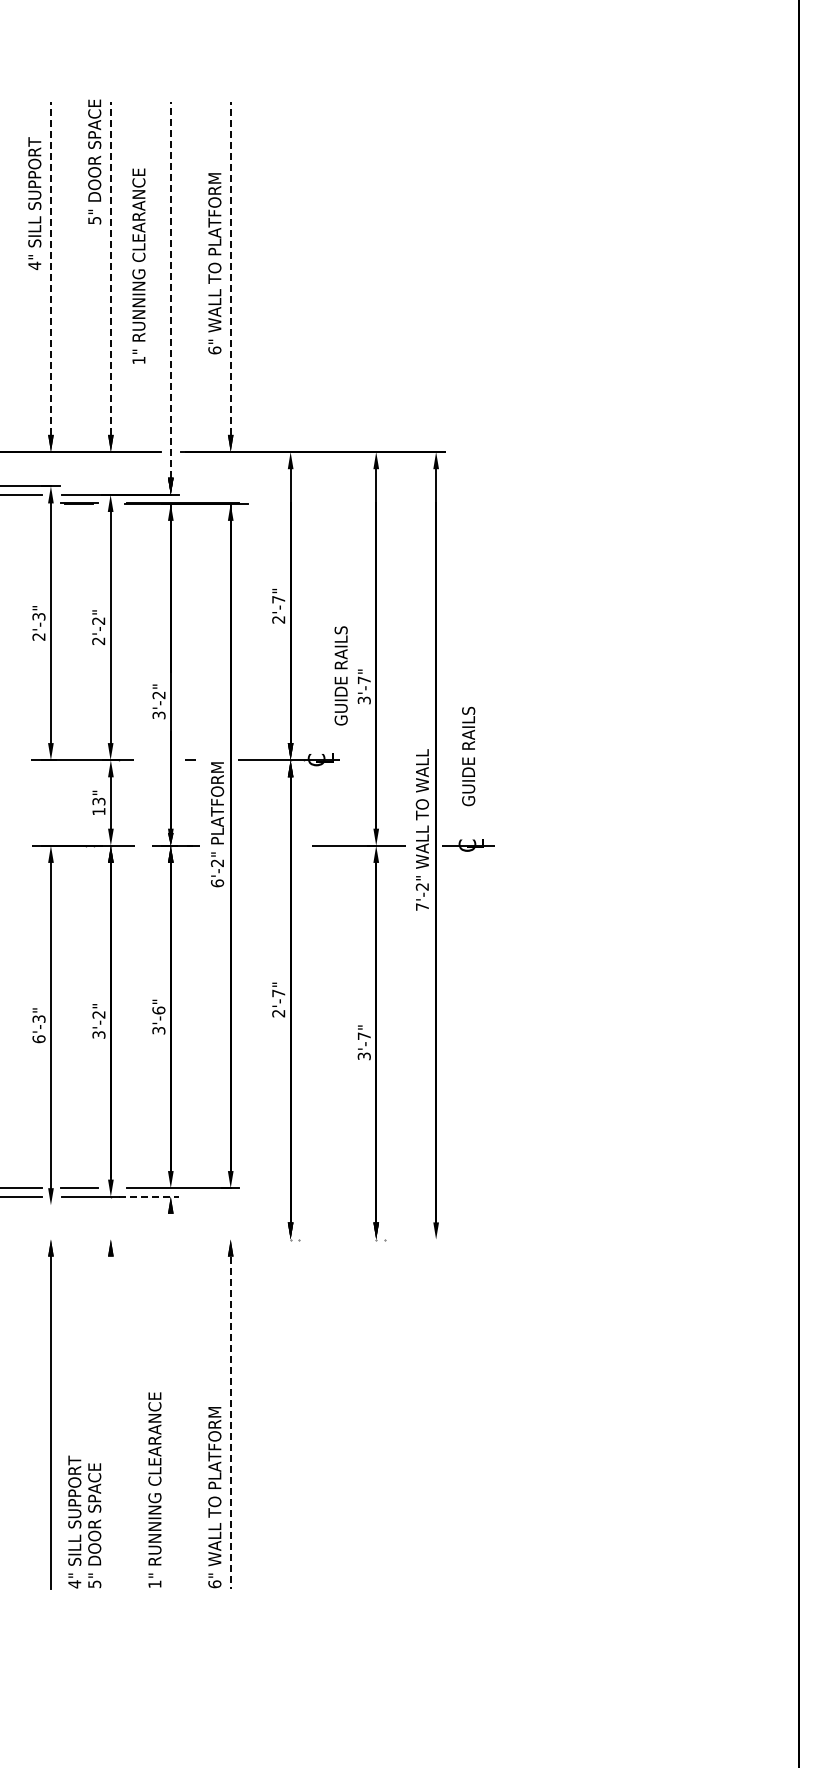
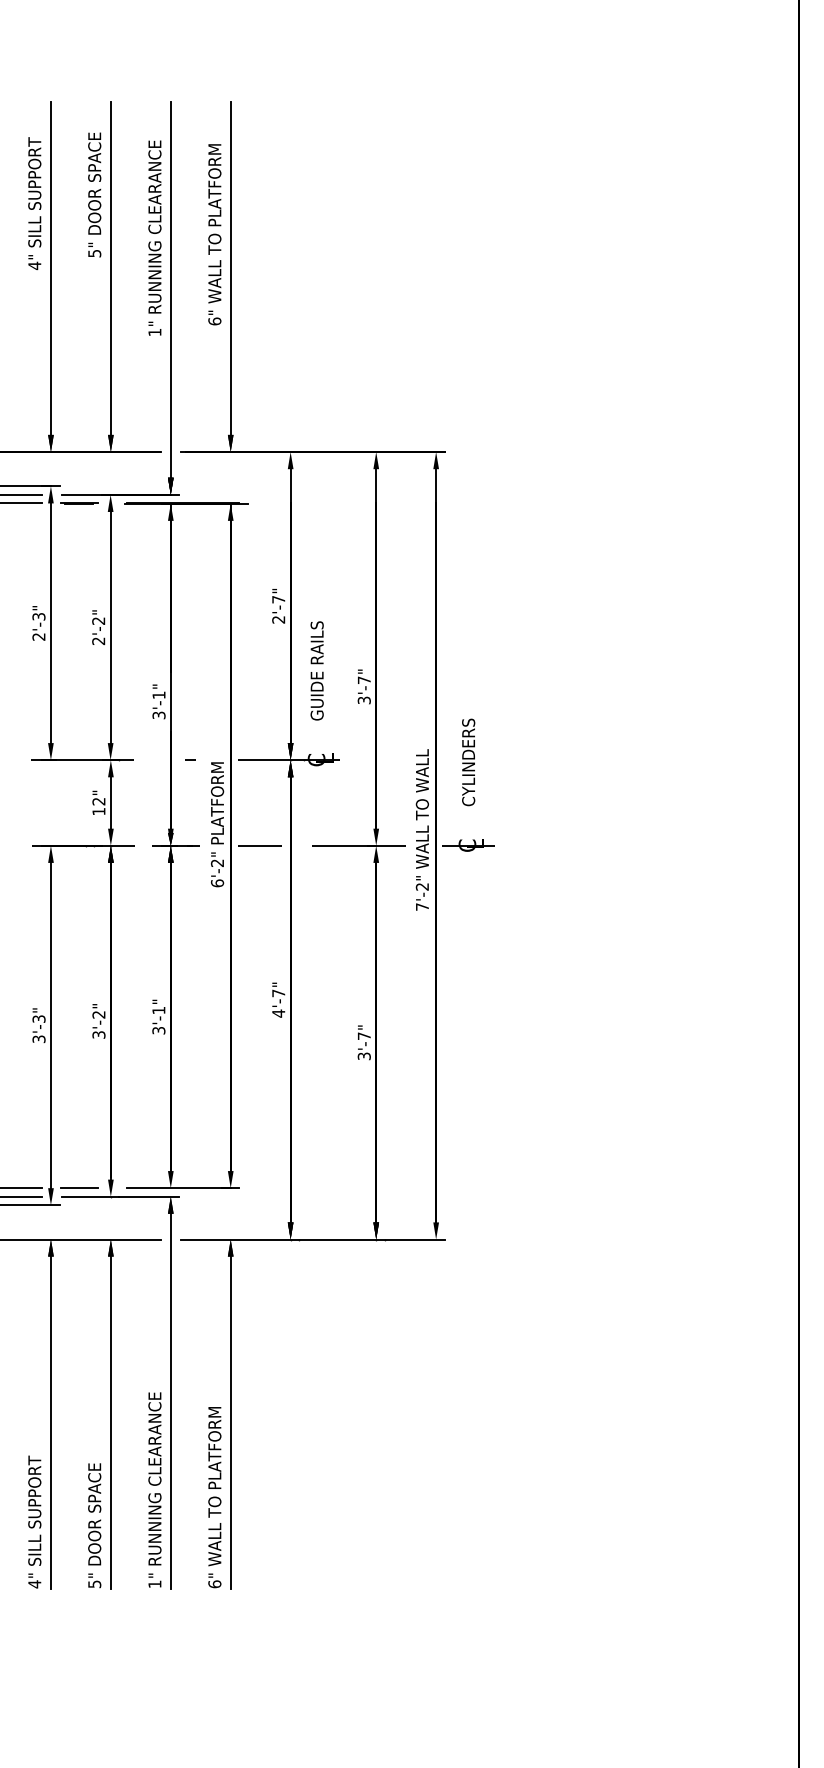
text at (94, 161) position: (94, 161) -> (94, 194)
text at (214, 263) position: (214, 263) -> (214, 234)
text at (138, 265) position: (138, 265) -> (154, 237)
line at (50, 268): dashed -> solid
line at (110, 268): dashed -> solid
line at (230, 268): dashed -> solid
line at (170, 289): dashed -> solid
line at (21, 503): none -> present
text at (340, 675) position: (340, 675) -> (316, 670)
text at (158, 695): 3'-2" -> 3'-1"
text at (468, 753): GUIDE RAILS -> CYLINDERS
text at (98, 801): 13" -> 12"
line at (259, 845): none -> present
text at (158, 1010): 3'-6" -> 3'-1"
text at (278, 1013): 2'-7" -> 4'-7"
text at (38, 1039): 6'-3" -> 3'-3"
line at (149, 1196): dashed -> solid
line at (30, 1205): none -> present
line at (81, 1239): none -> present
line at (312, 1239): none -> present
line at (170, 1401): none -> present
line at (110, 1422): none -> present
line at (230, 1423): dashed -> solid
text at (74, 1521) position: (74, 1521) -> (34, 1521)
